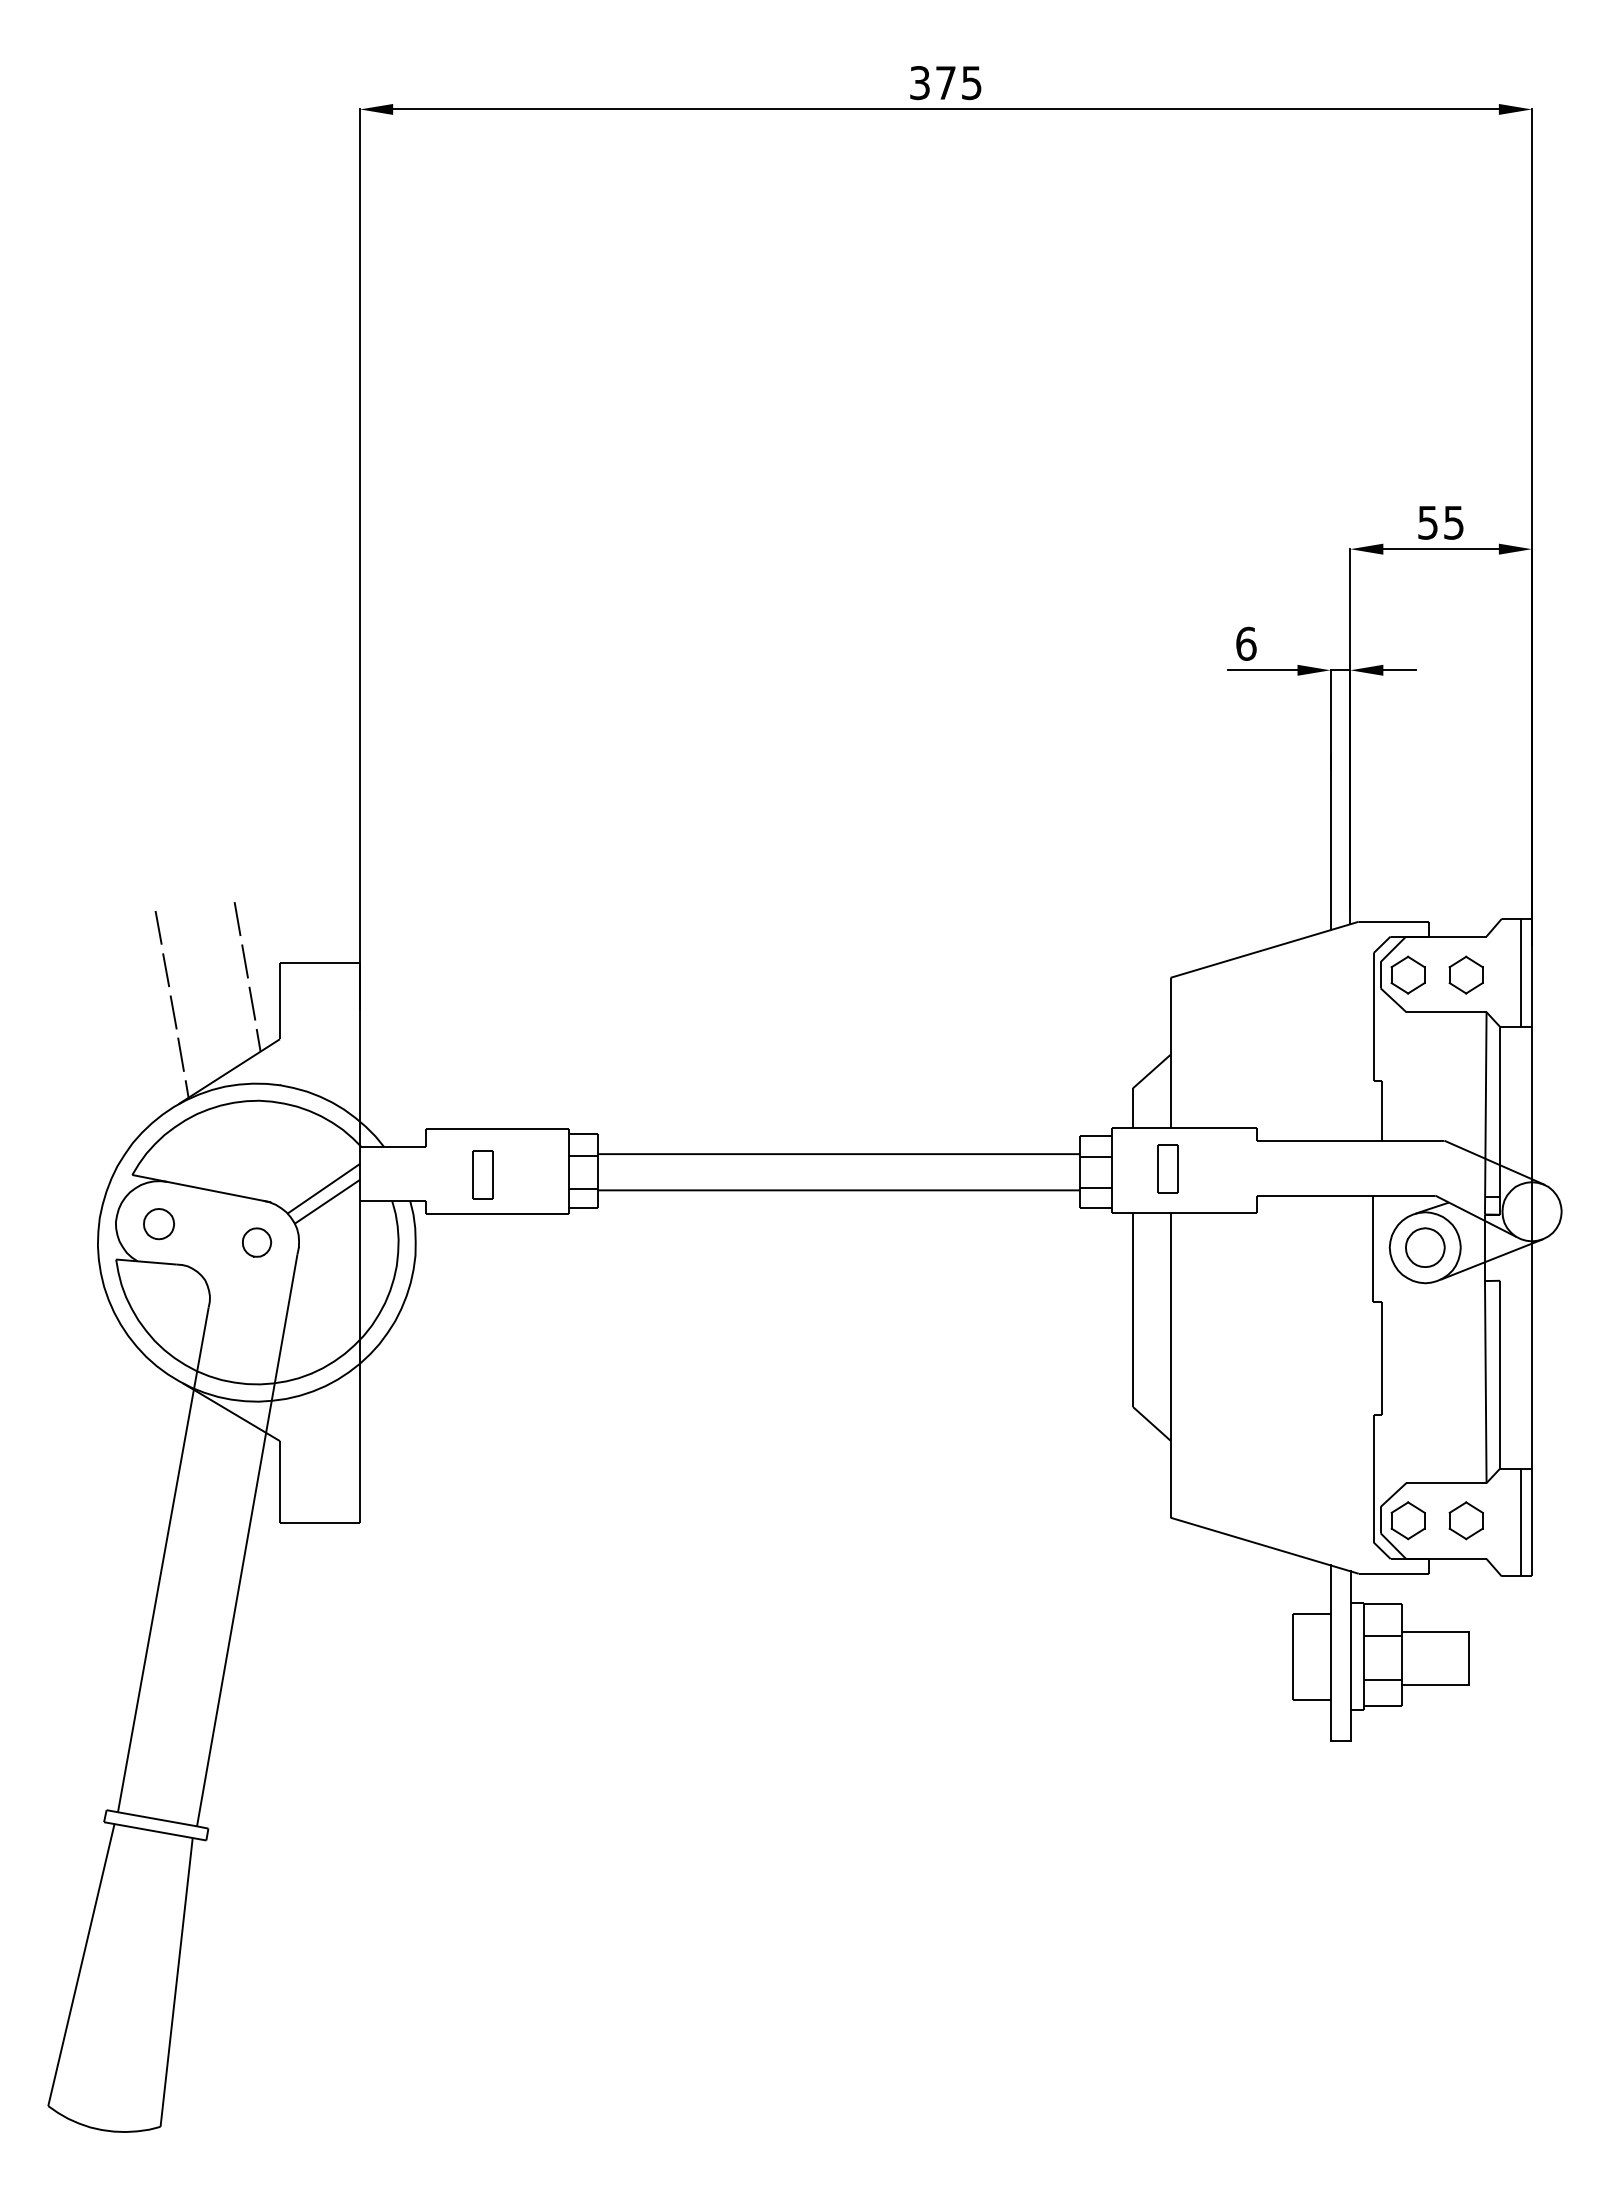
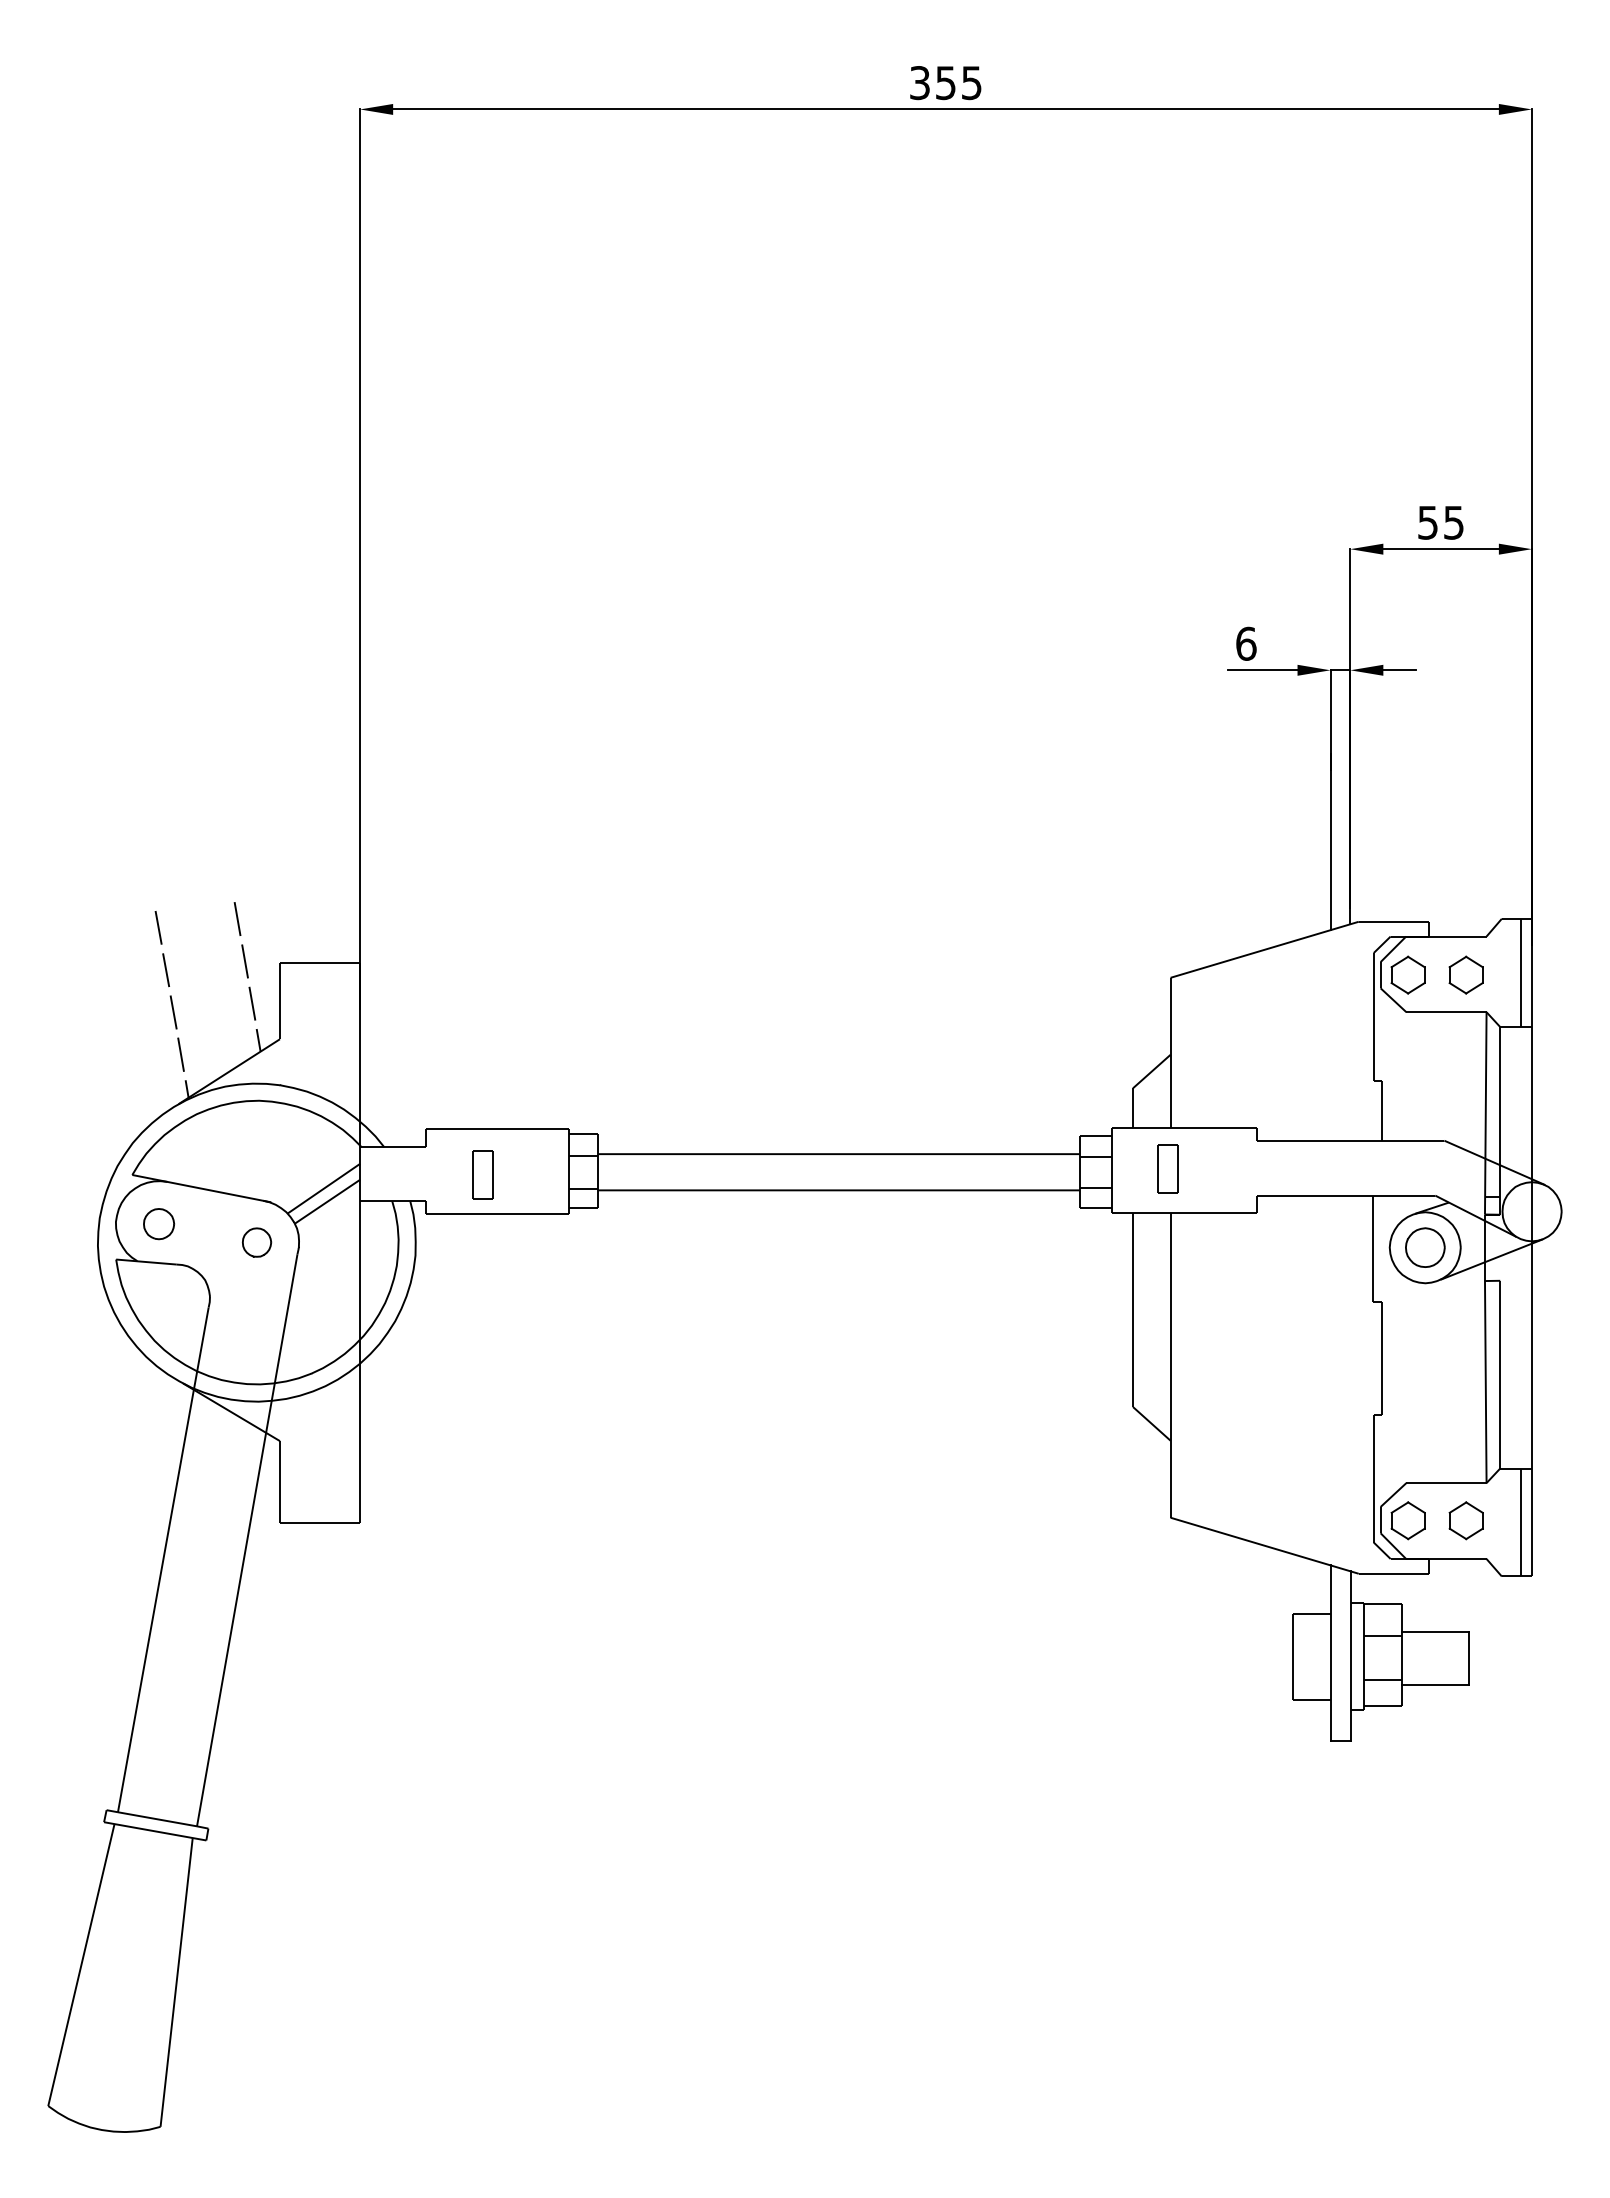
text at (945, 83): 375 -> 355
